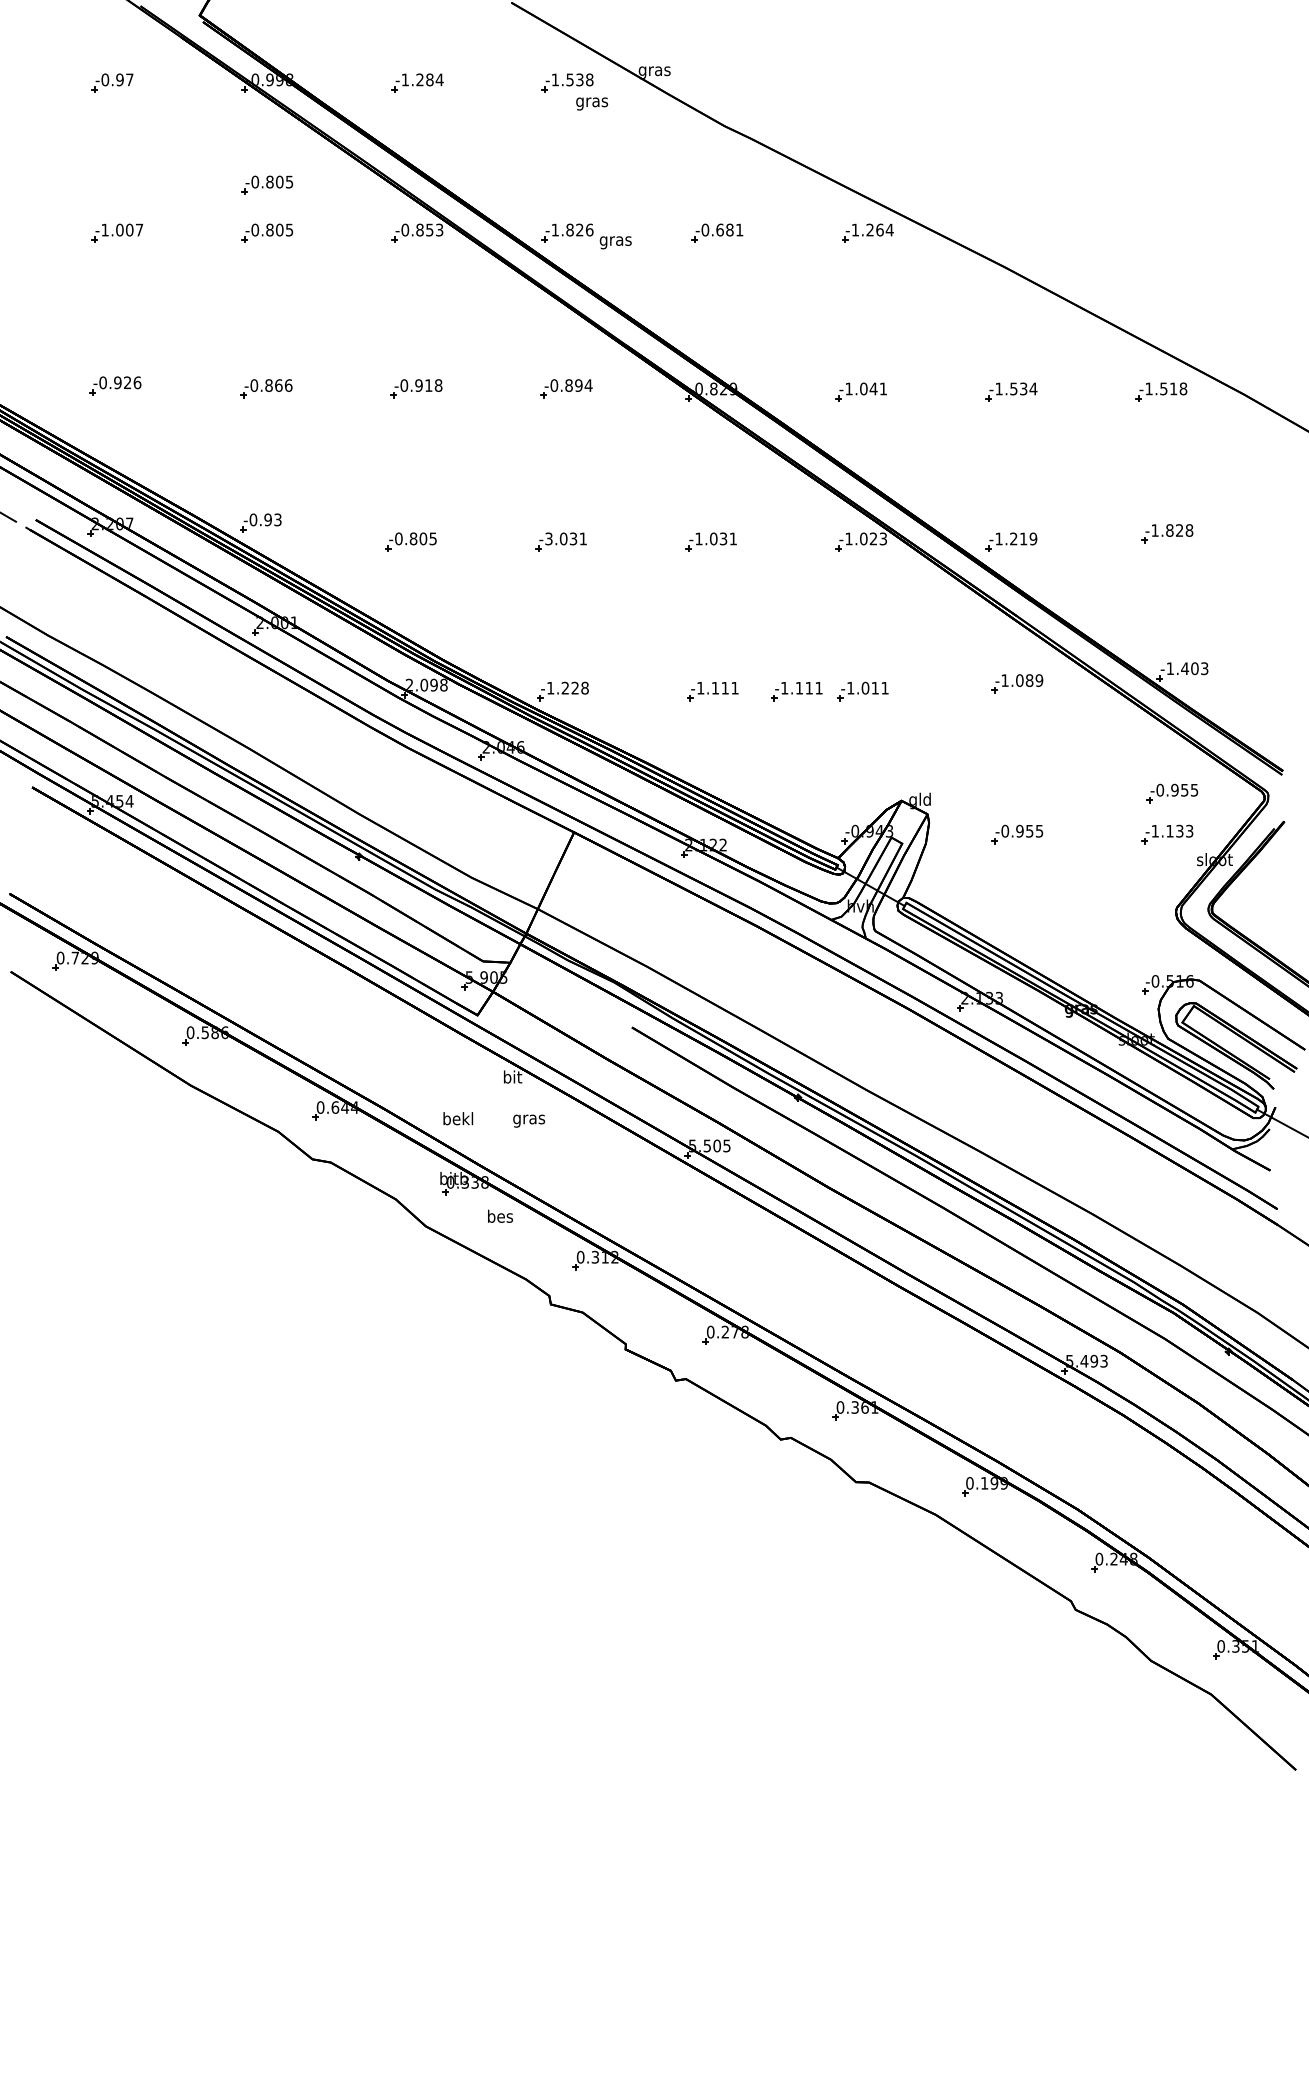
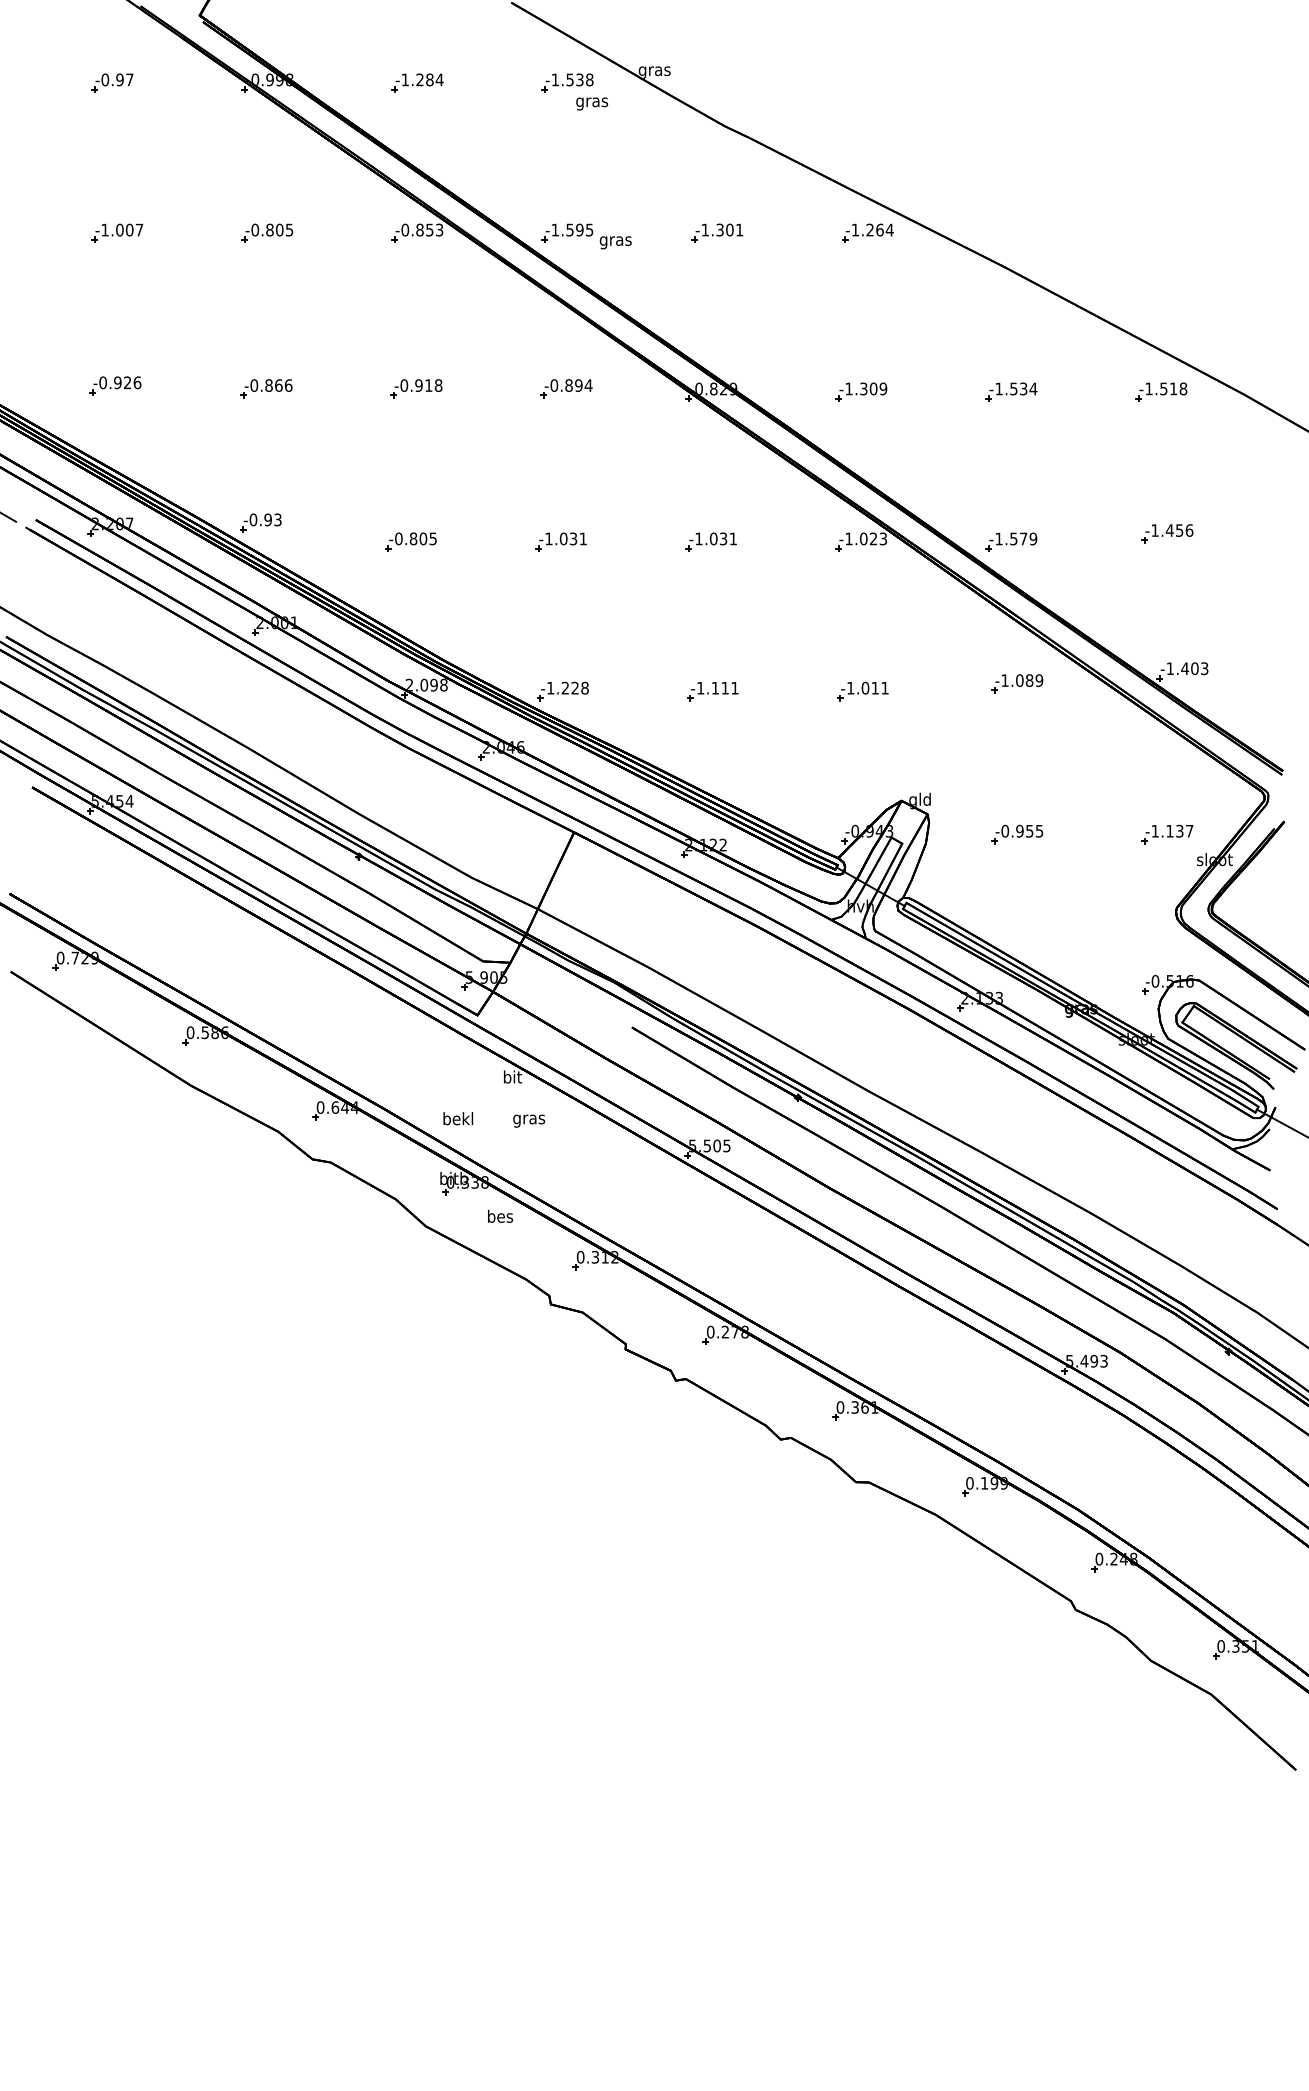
part at (267, 184): present -> none
text at (579, 229): -1.826 -> -1.595
text at (717, 229): -0.681 -> -1.301
text at (873, 388): -1.041 -> -1.309
text at (1179, 530): -1.828 -> -1.456
text at (548, 538): -3.031 -> -1.031
text at (1018, 538): -1.219 -> -1.579
part at (796, 691): present -> none
part at (1172, 793): present -> none
text at (1189, 830): -1.133 -> -1.137
